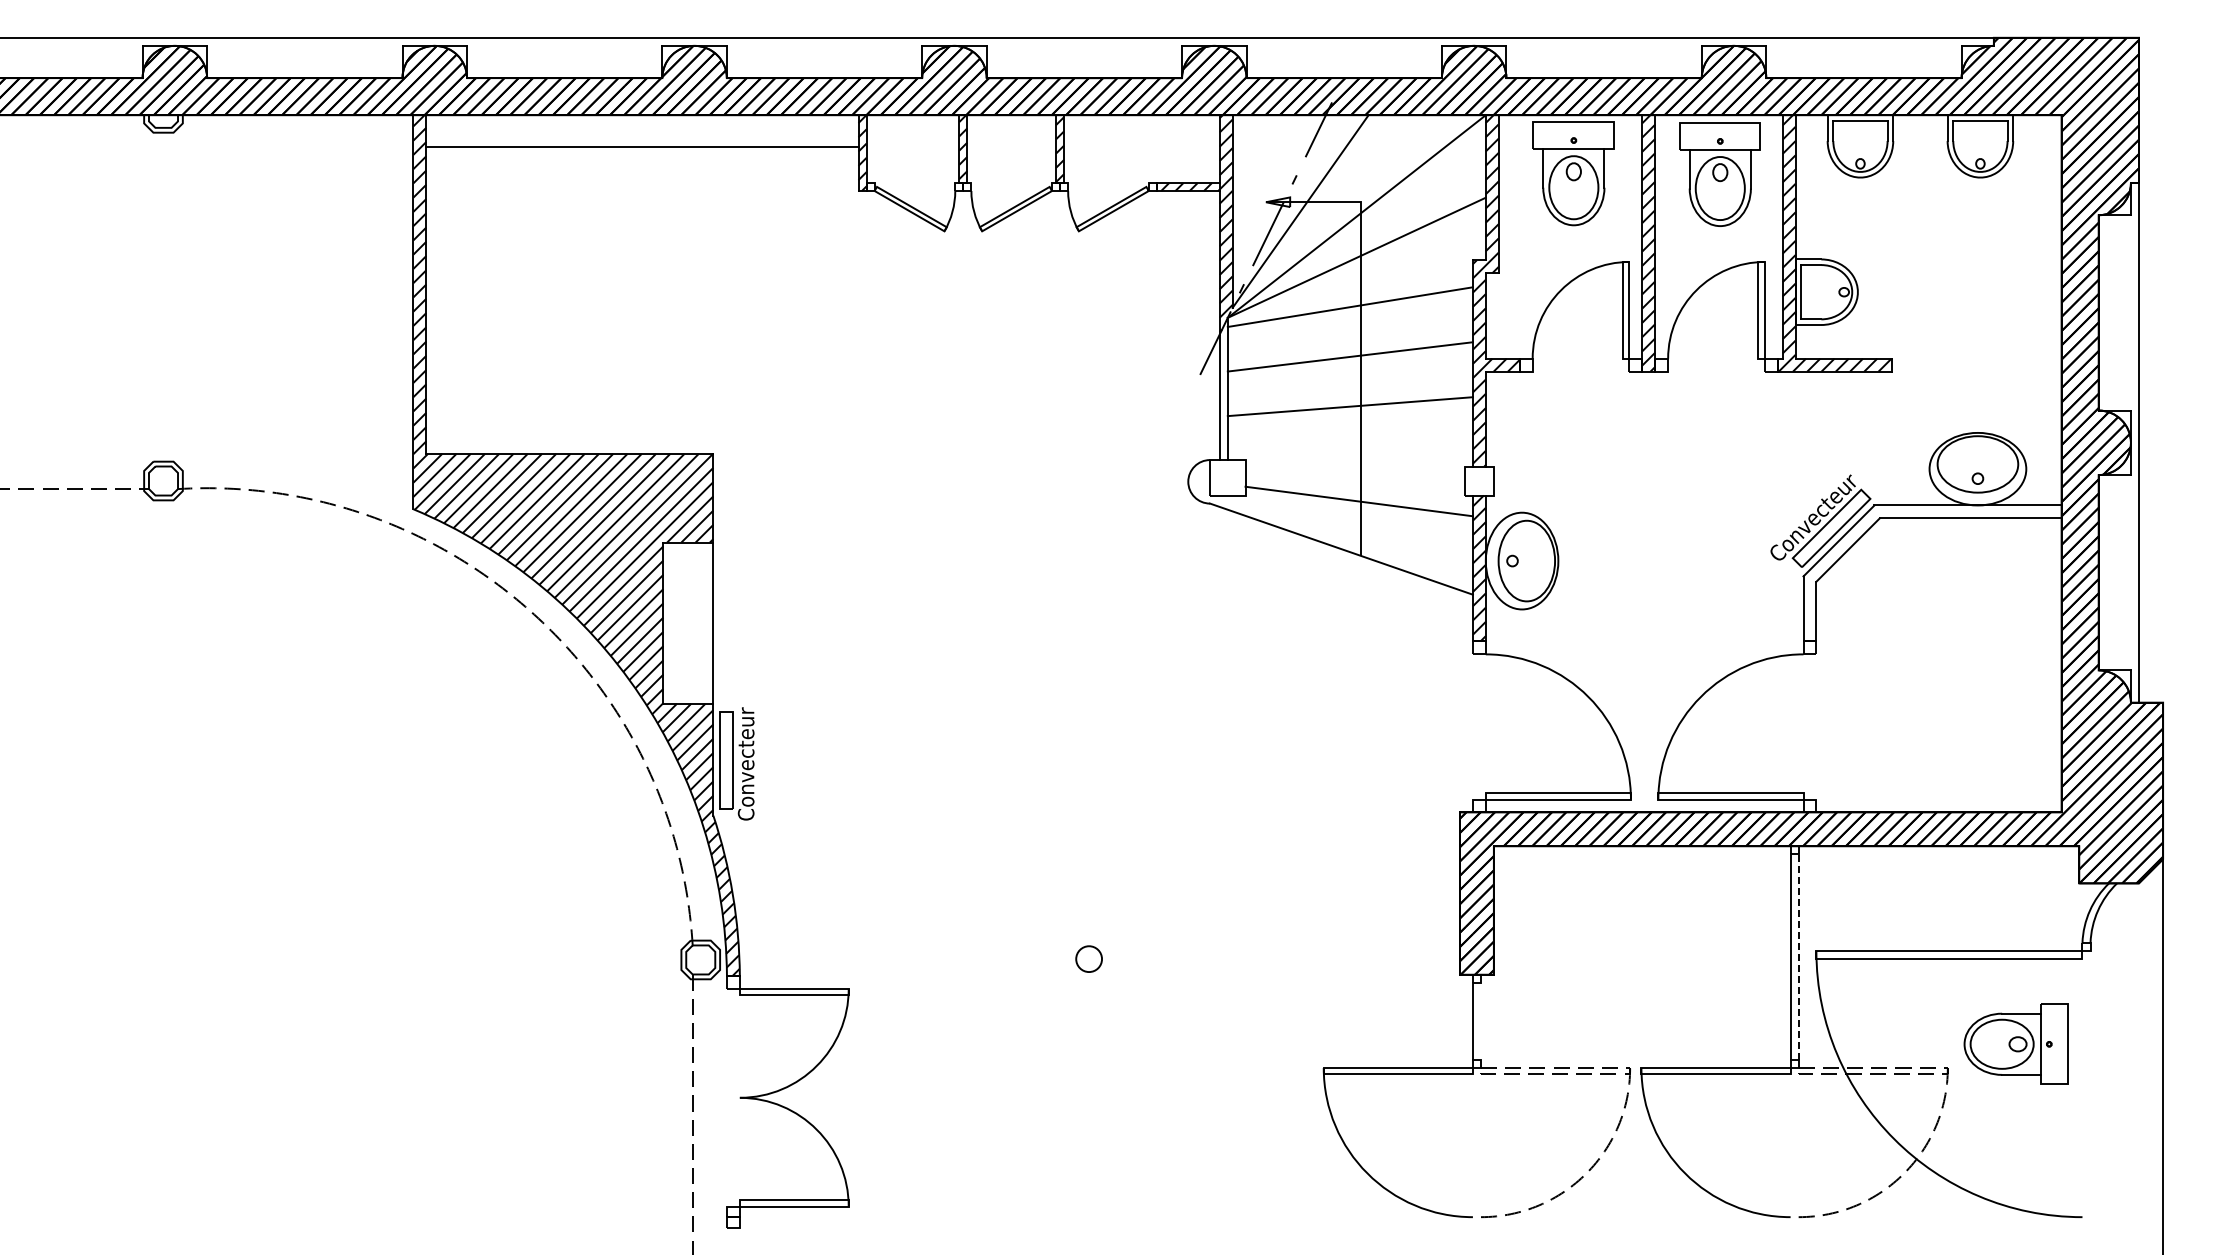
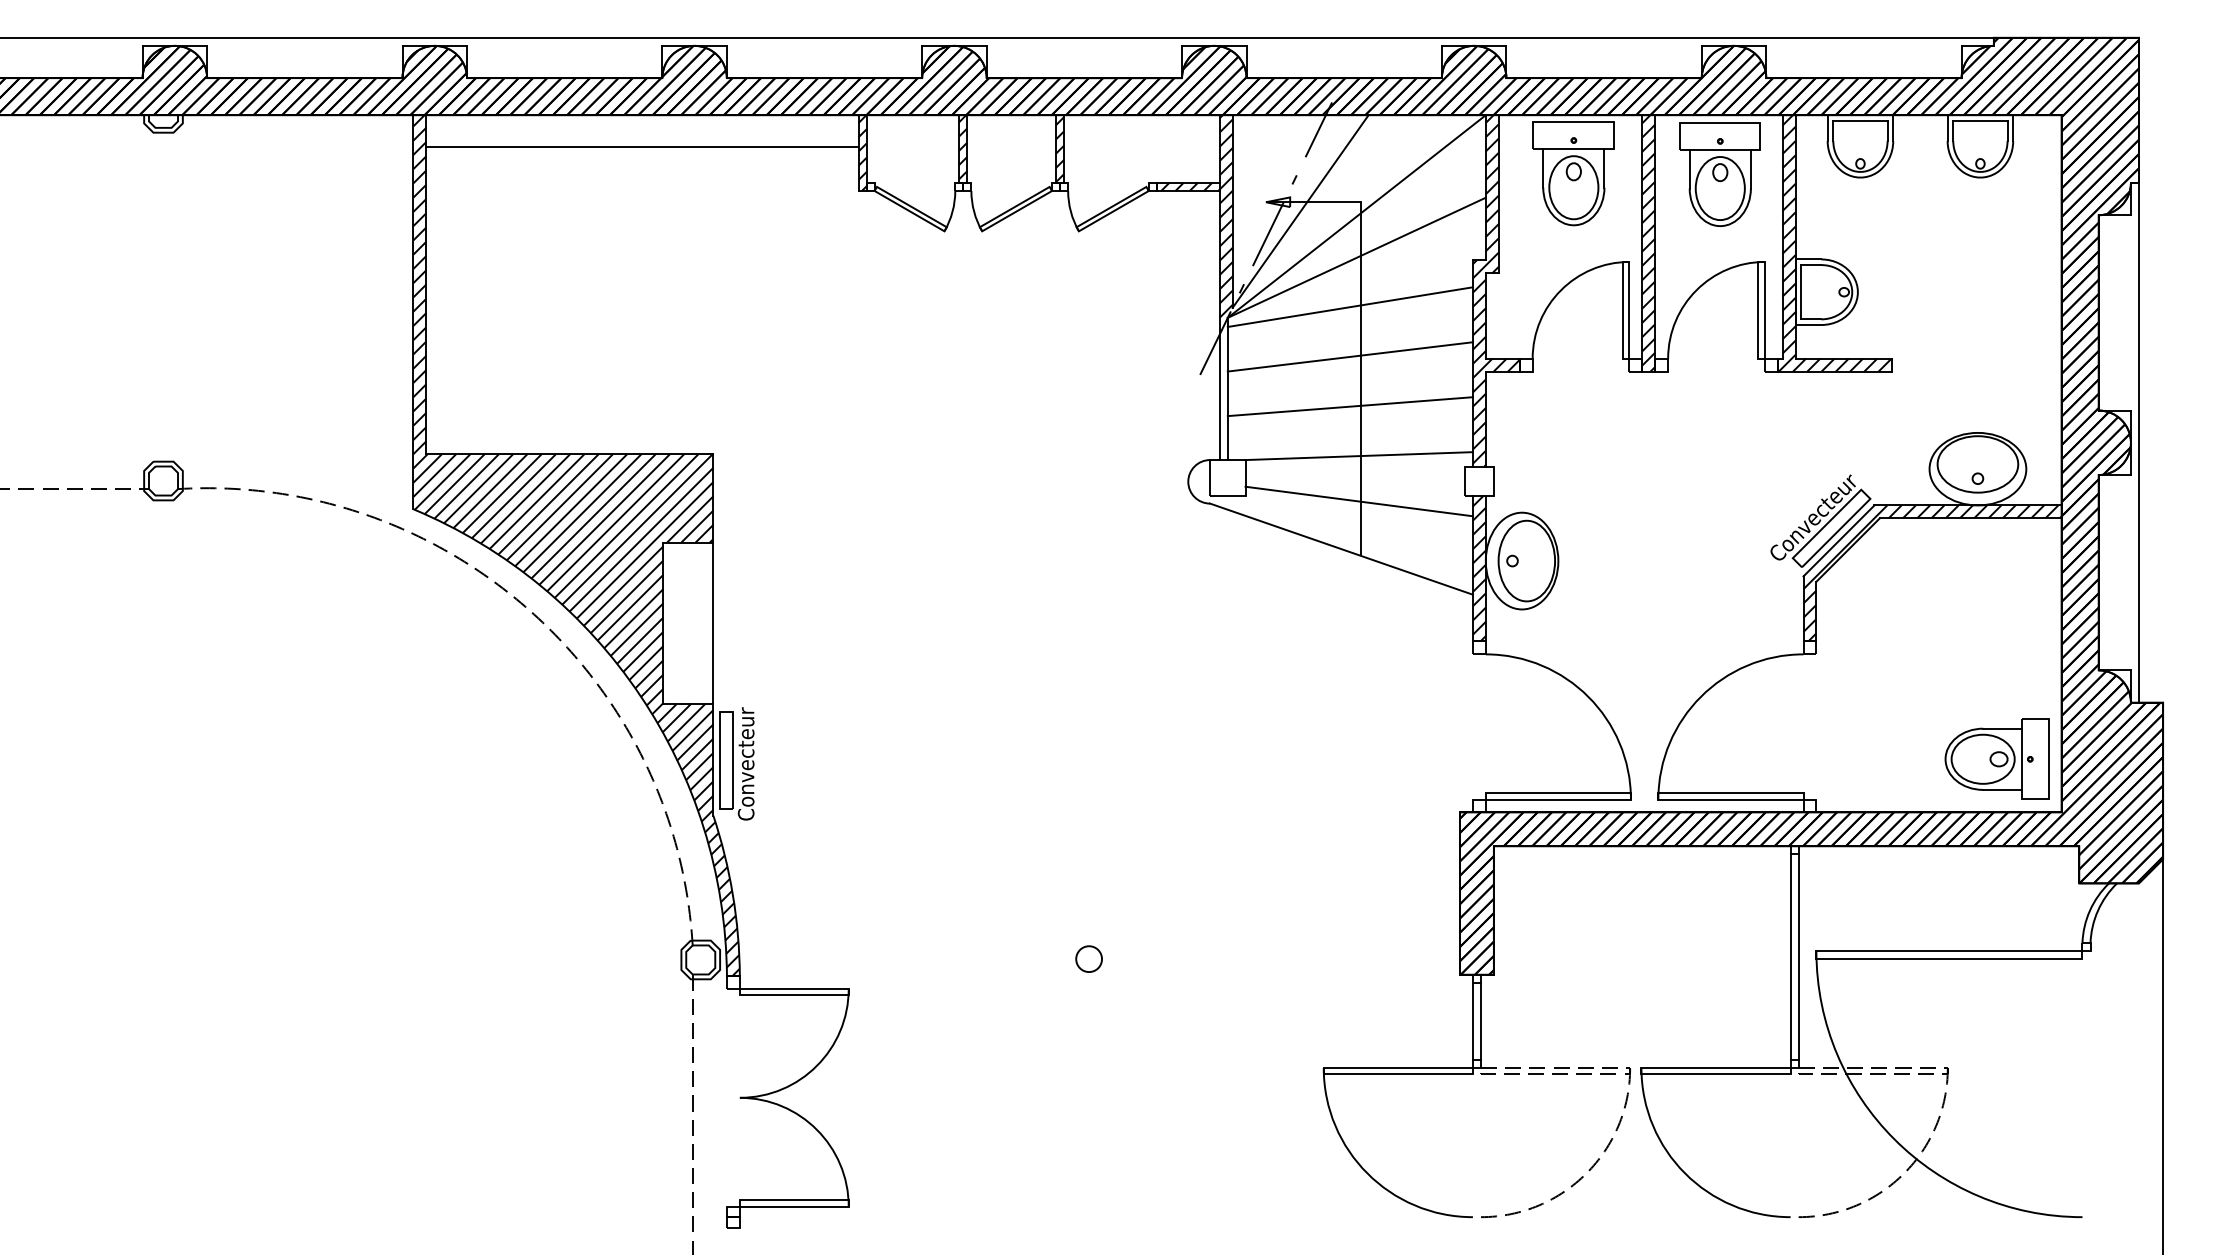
line at (1358, 456): none -> present
hatch at (1932, 573): none -> present
line at (1798, 957): dashed -> solid
line at (1480, 1020): none -> present
part at (2015, 1043) position: (2015, 1043) -> (1996, 758)
